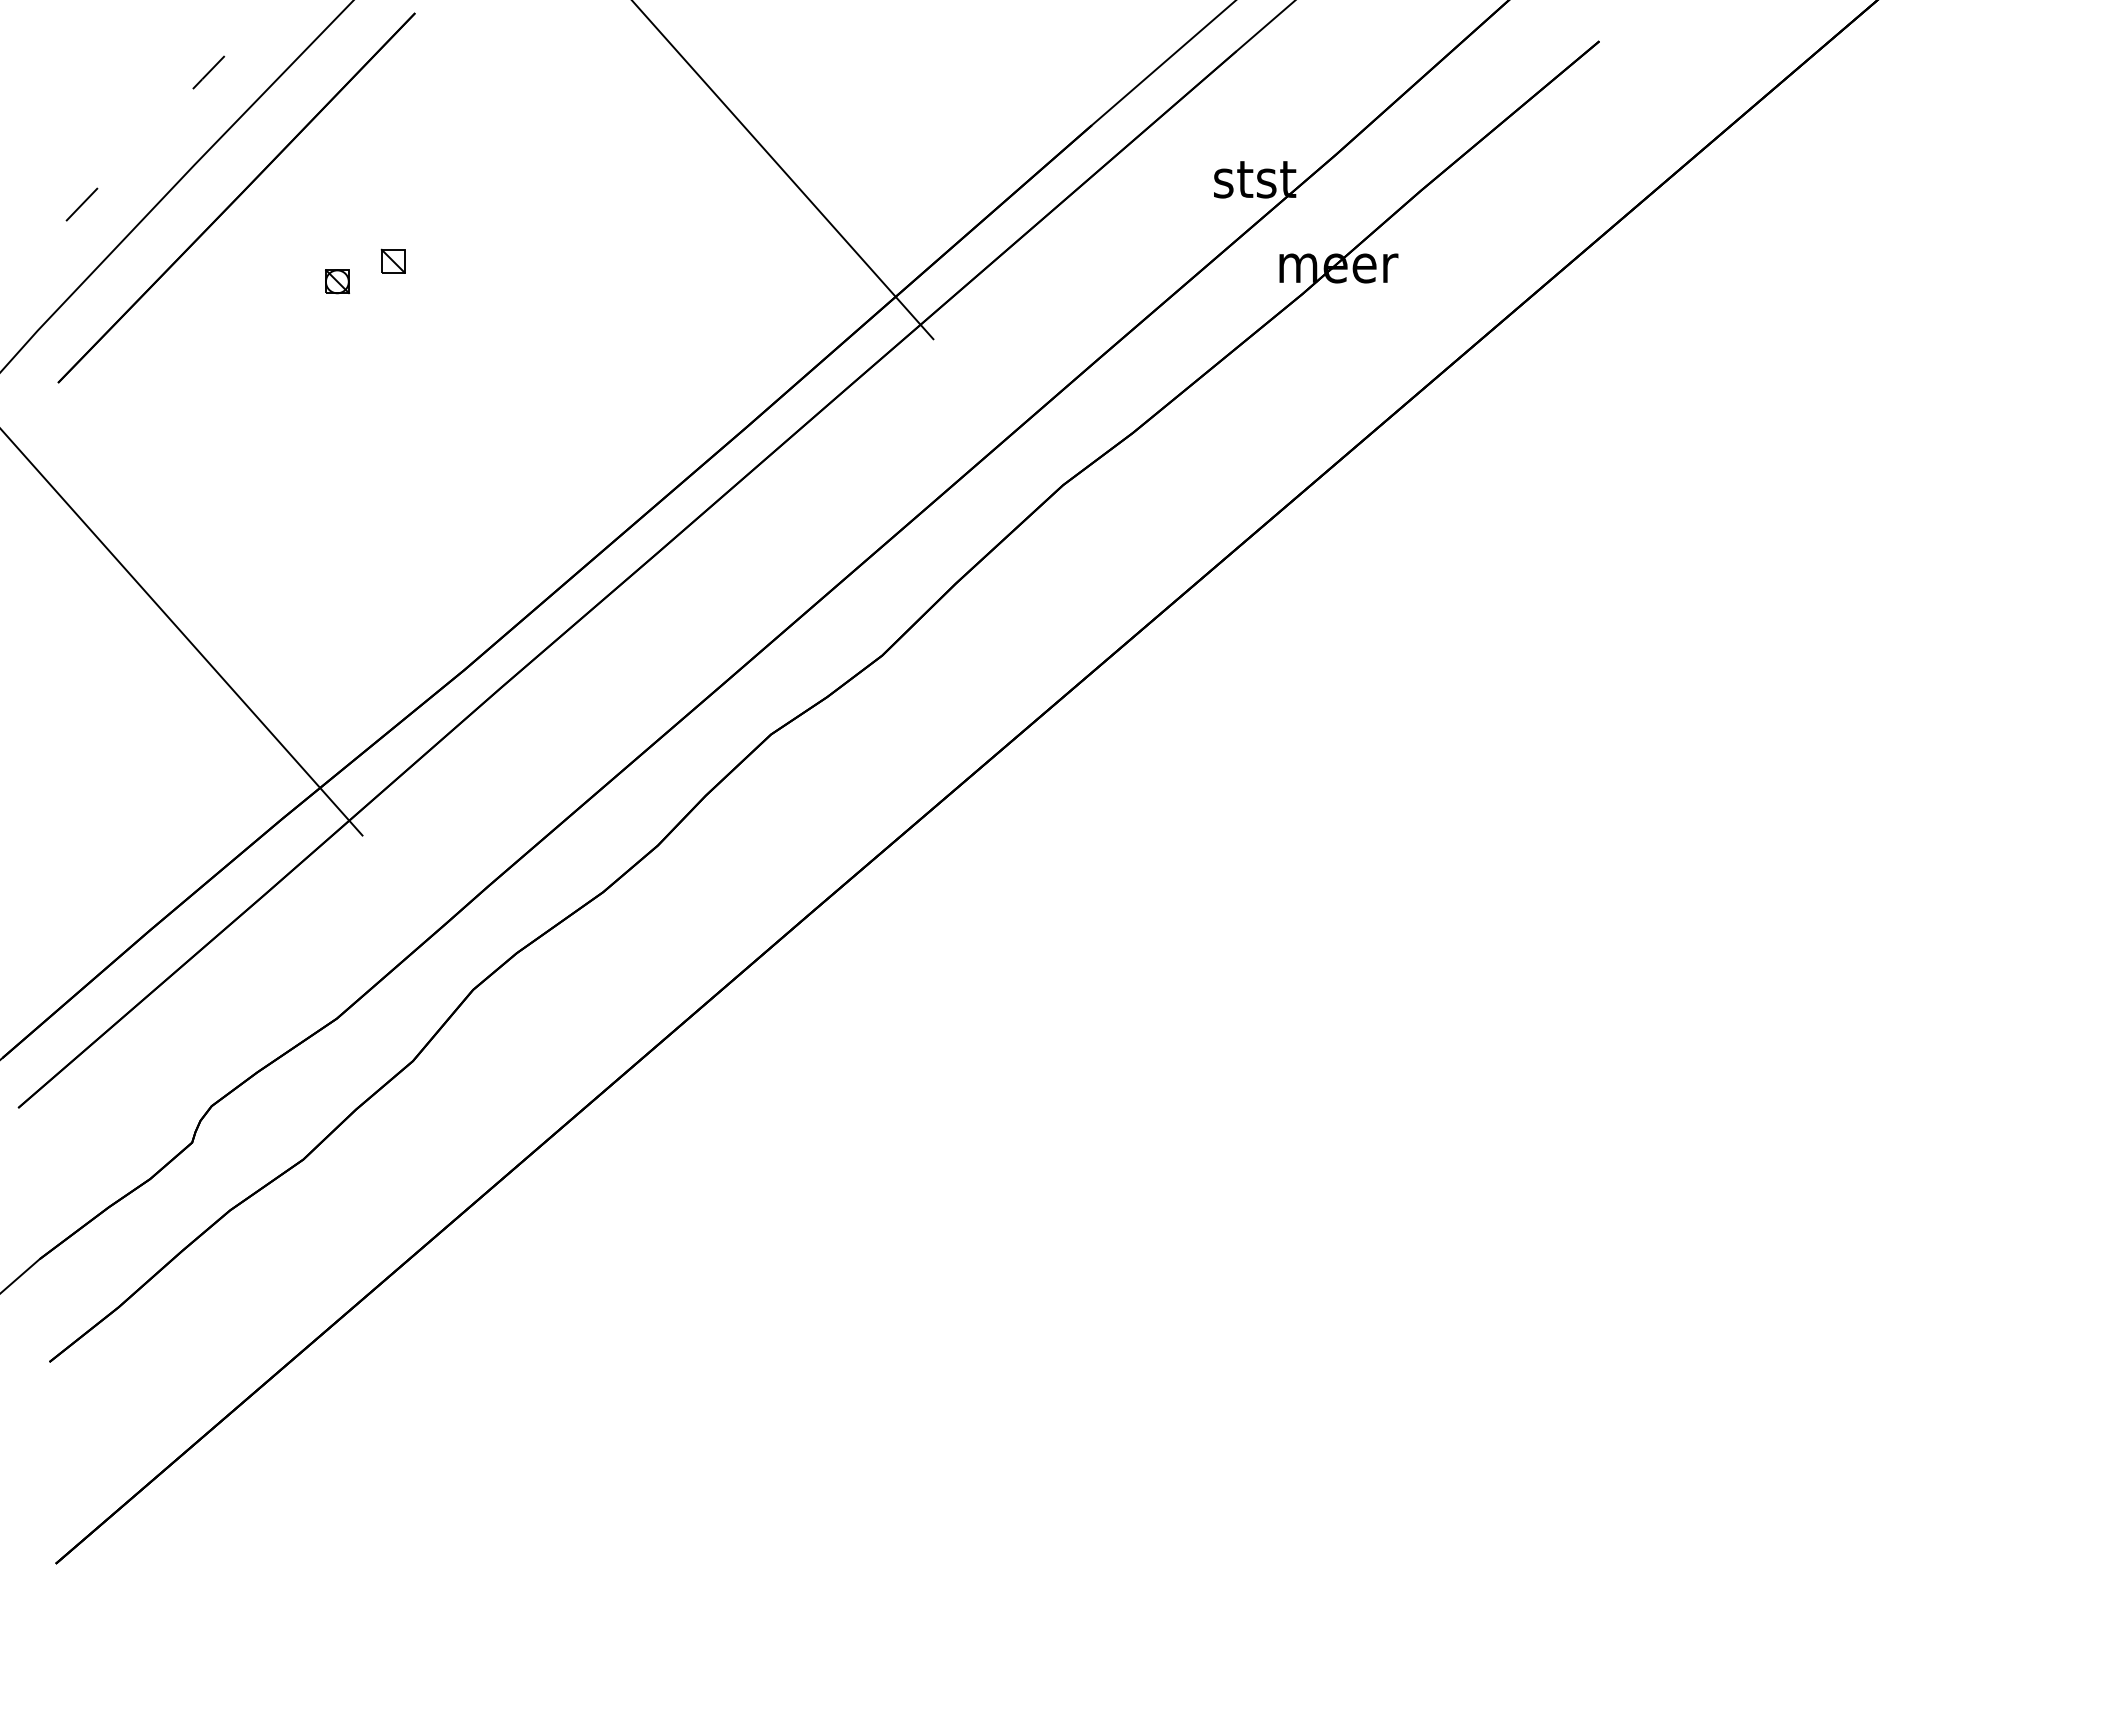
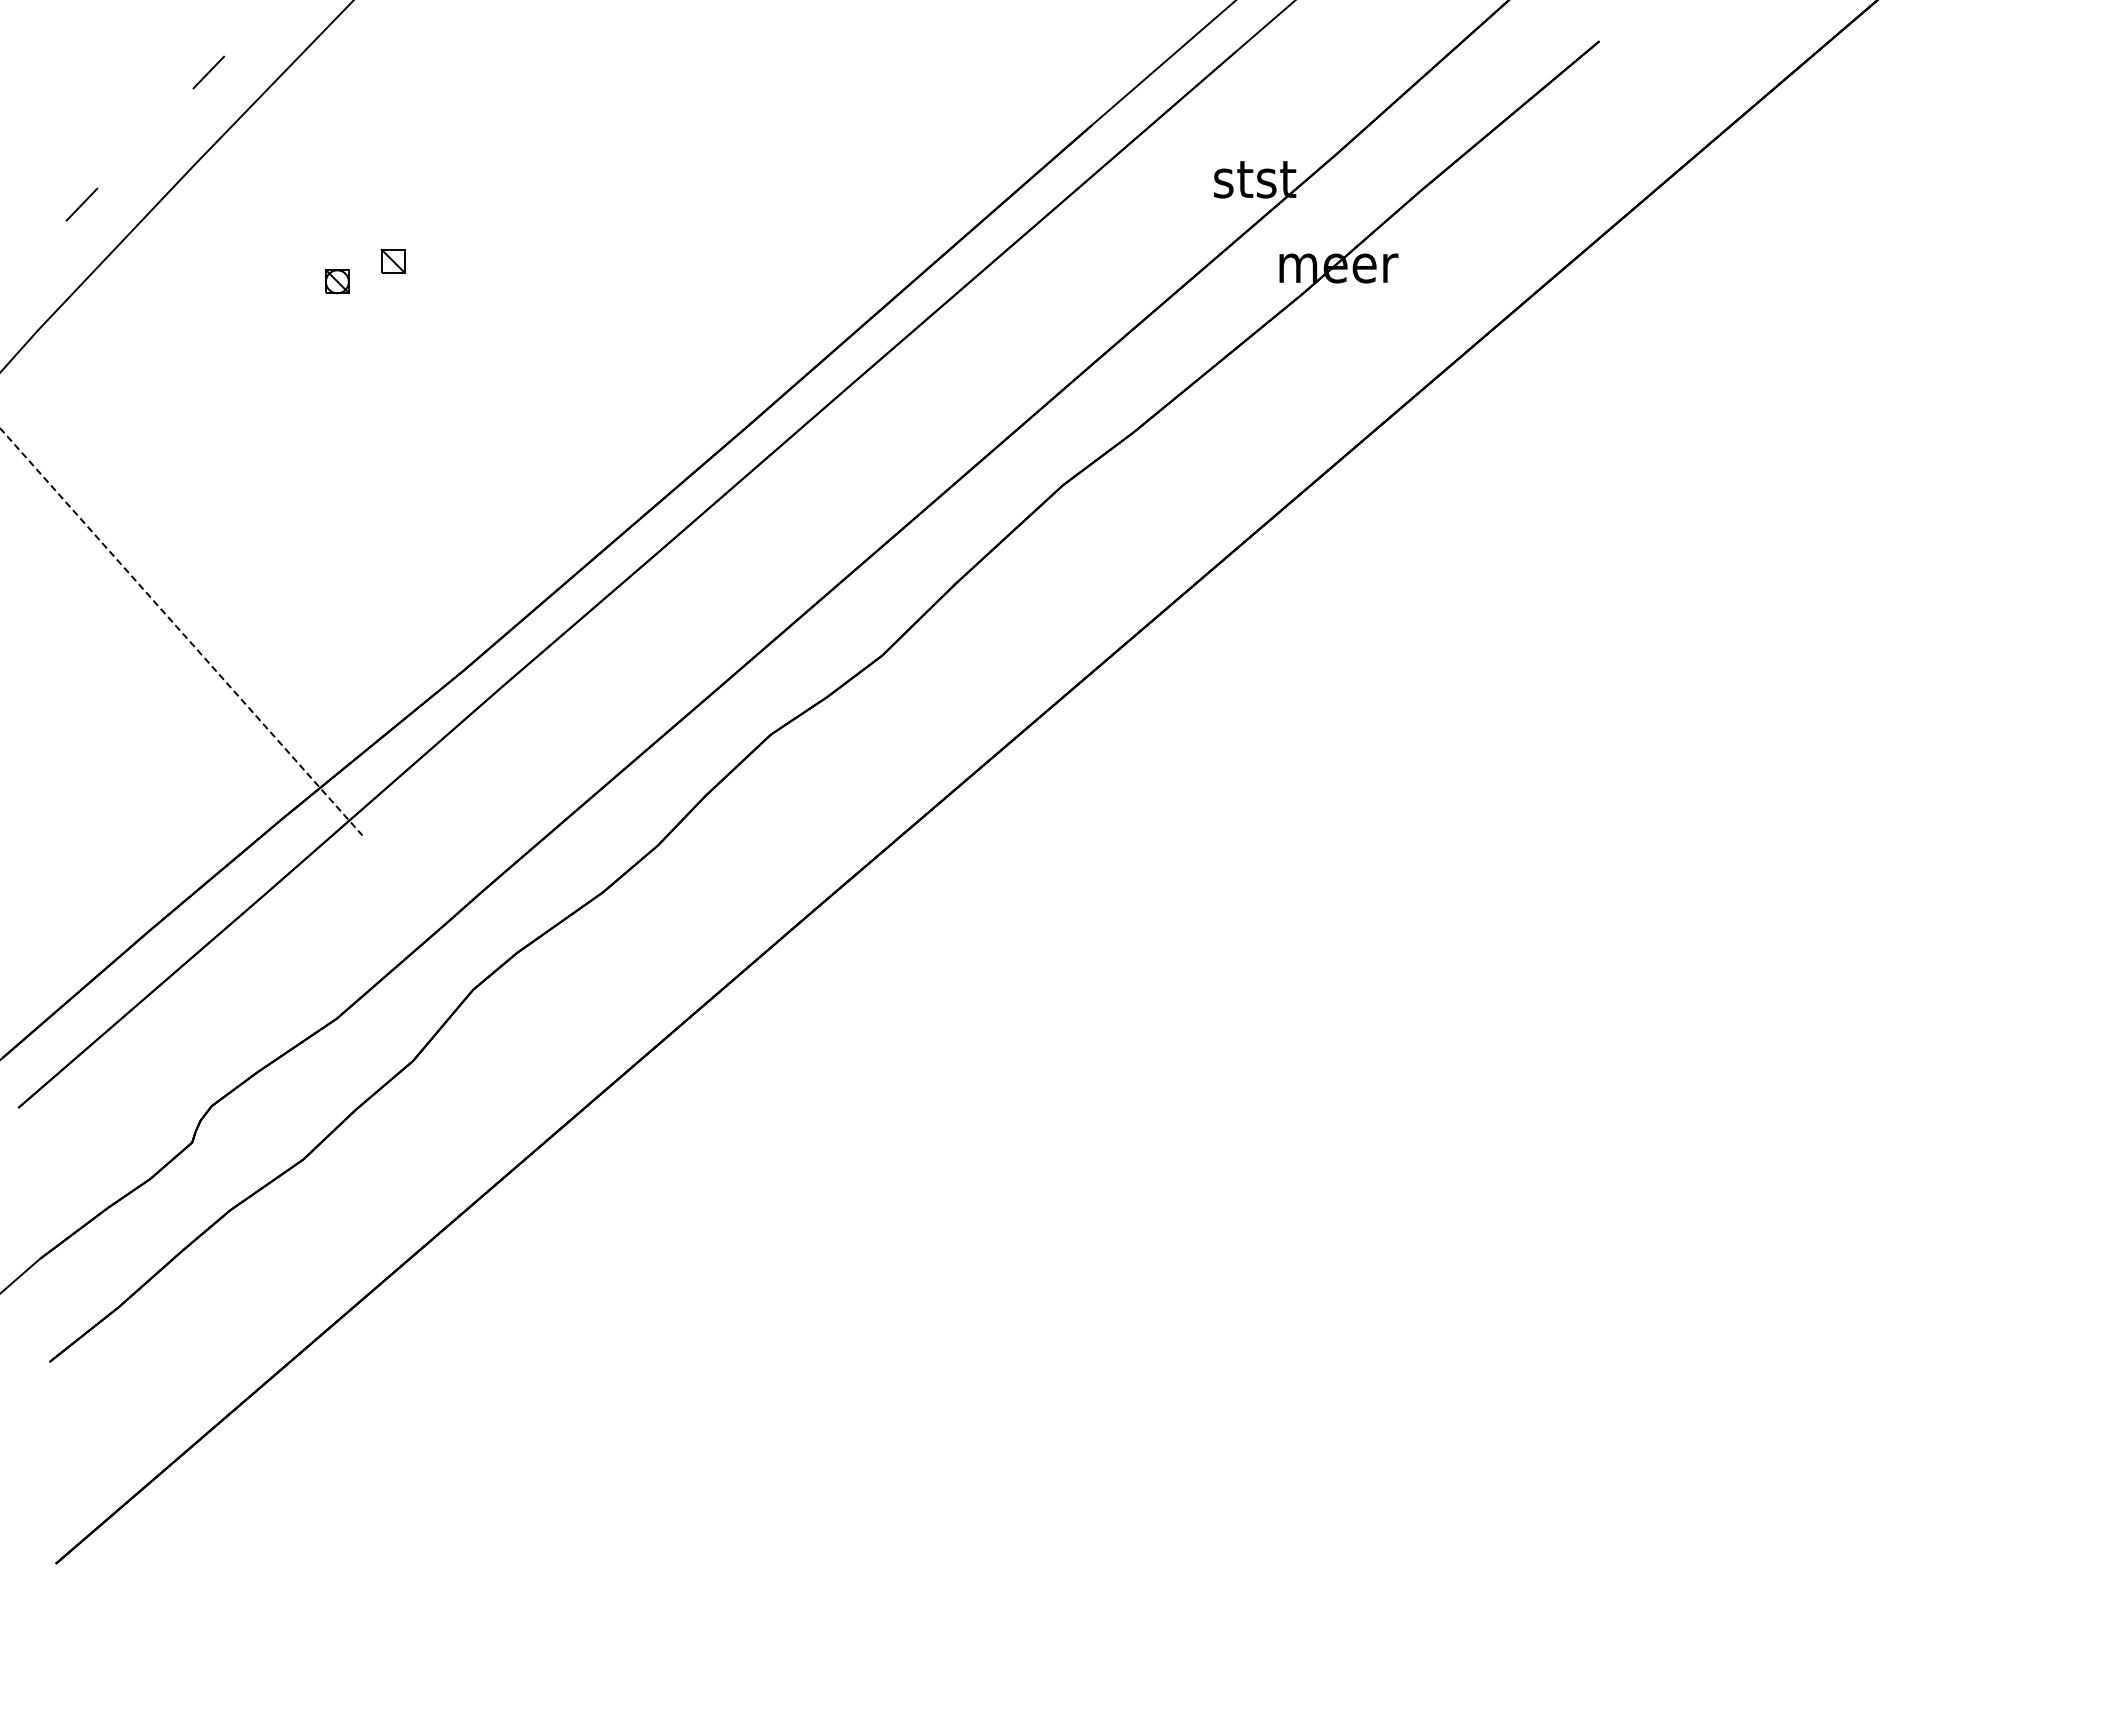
line at (783, 170): present -> none
line at (236, 197): present -> none
line at (181, 632): solid -> dashed
